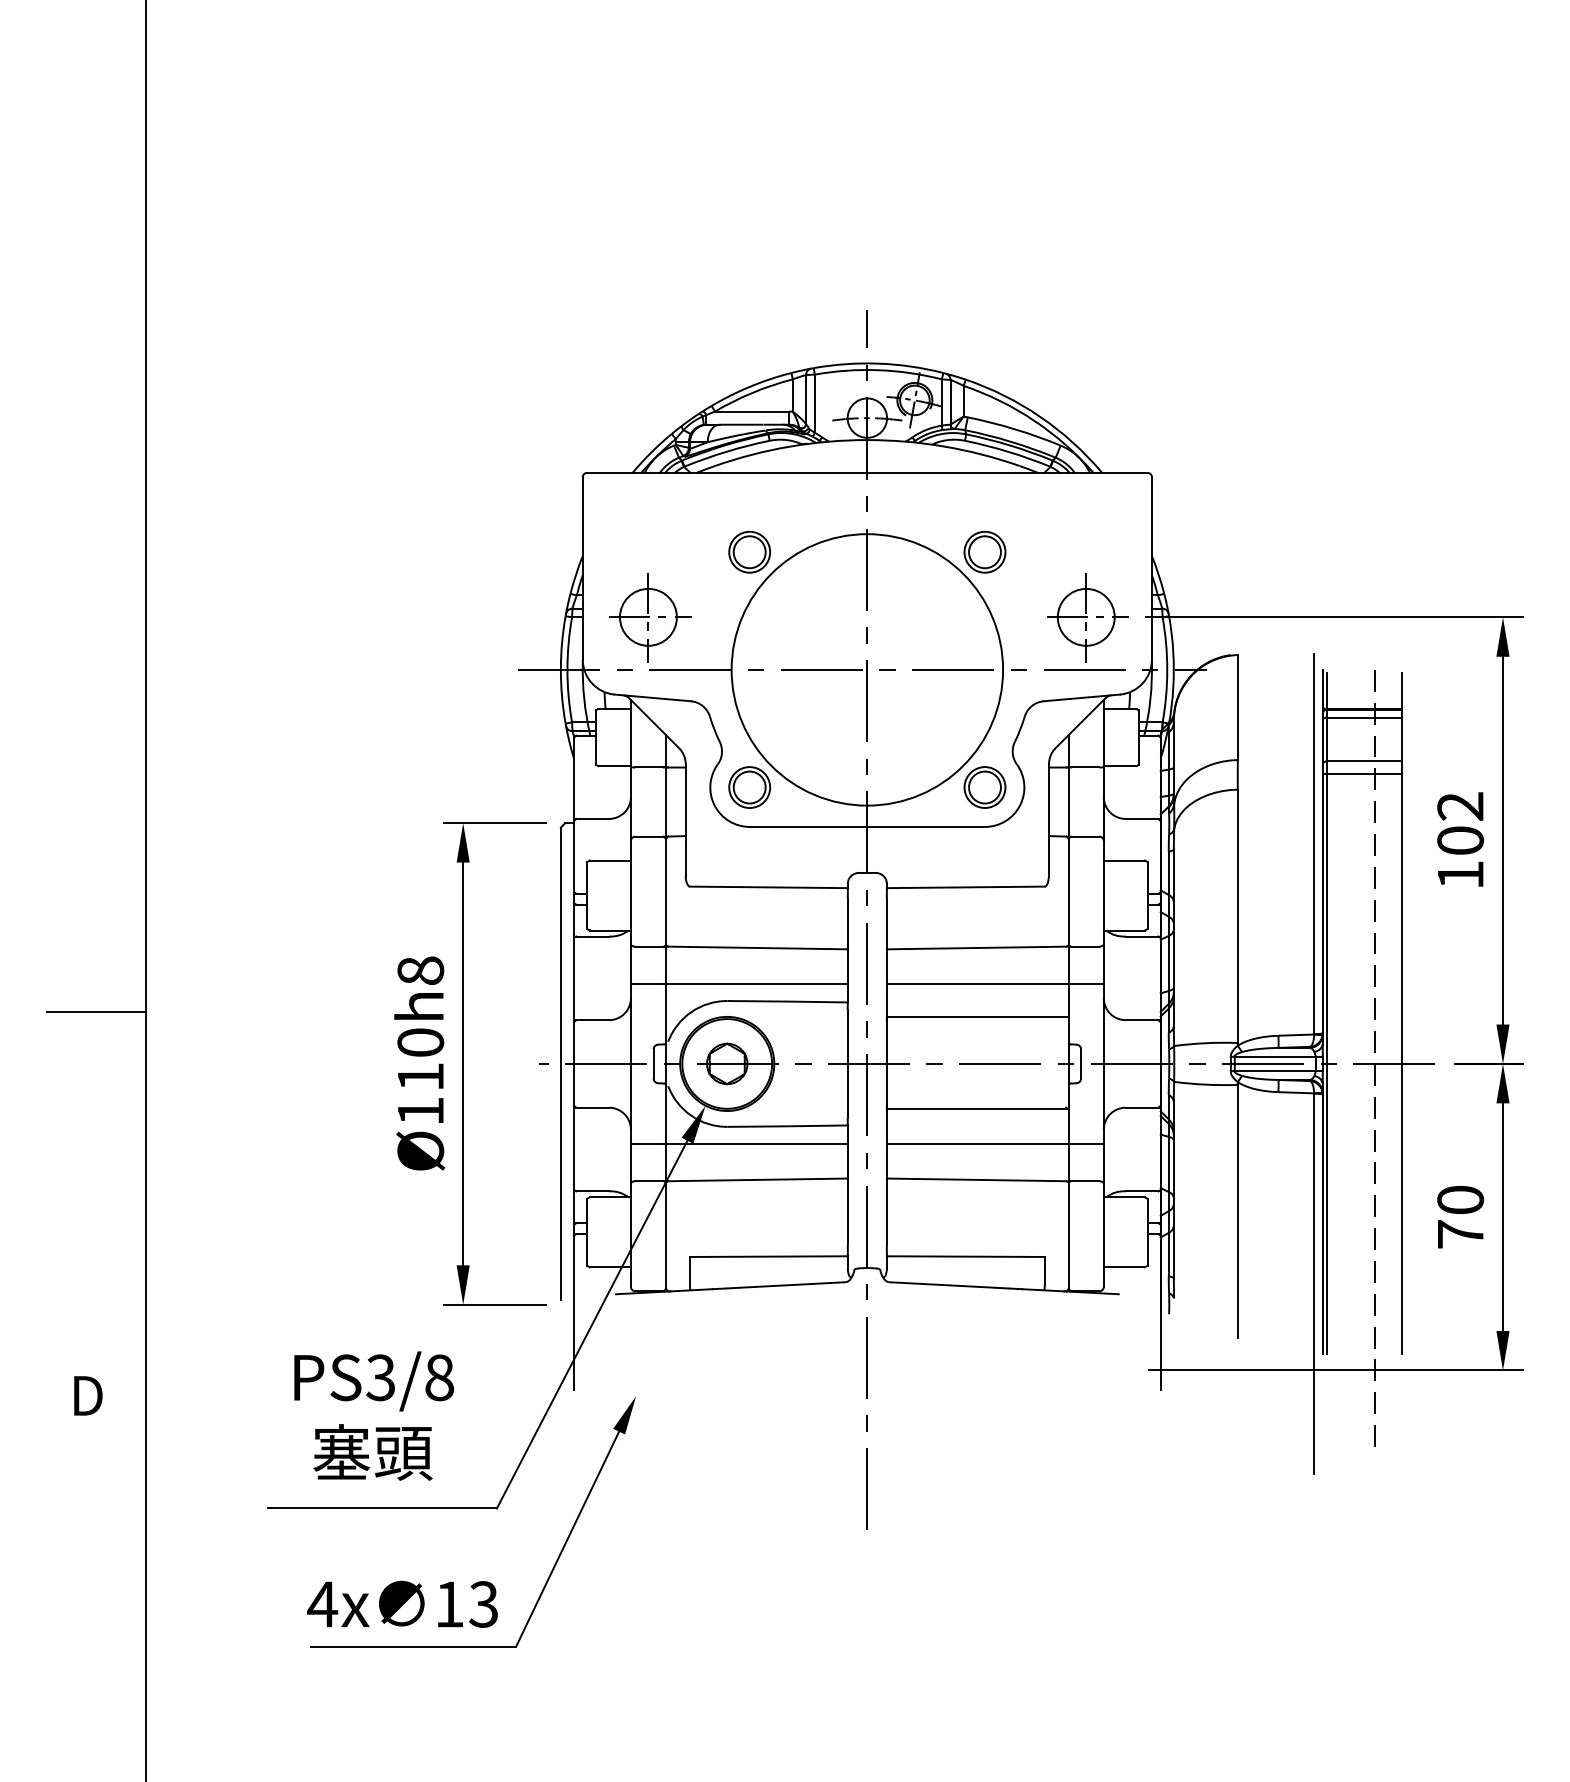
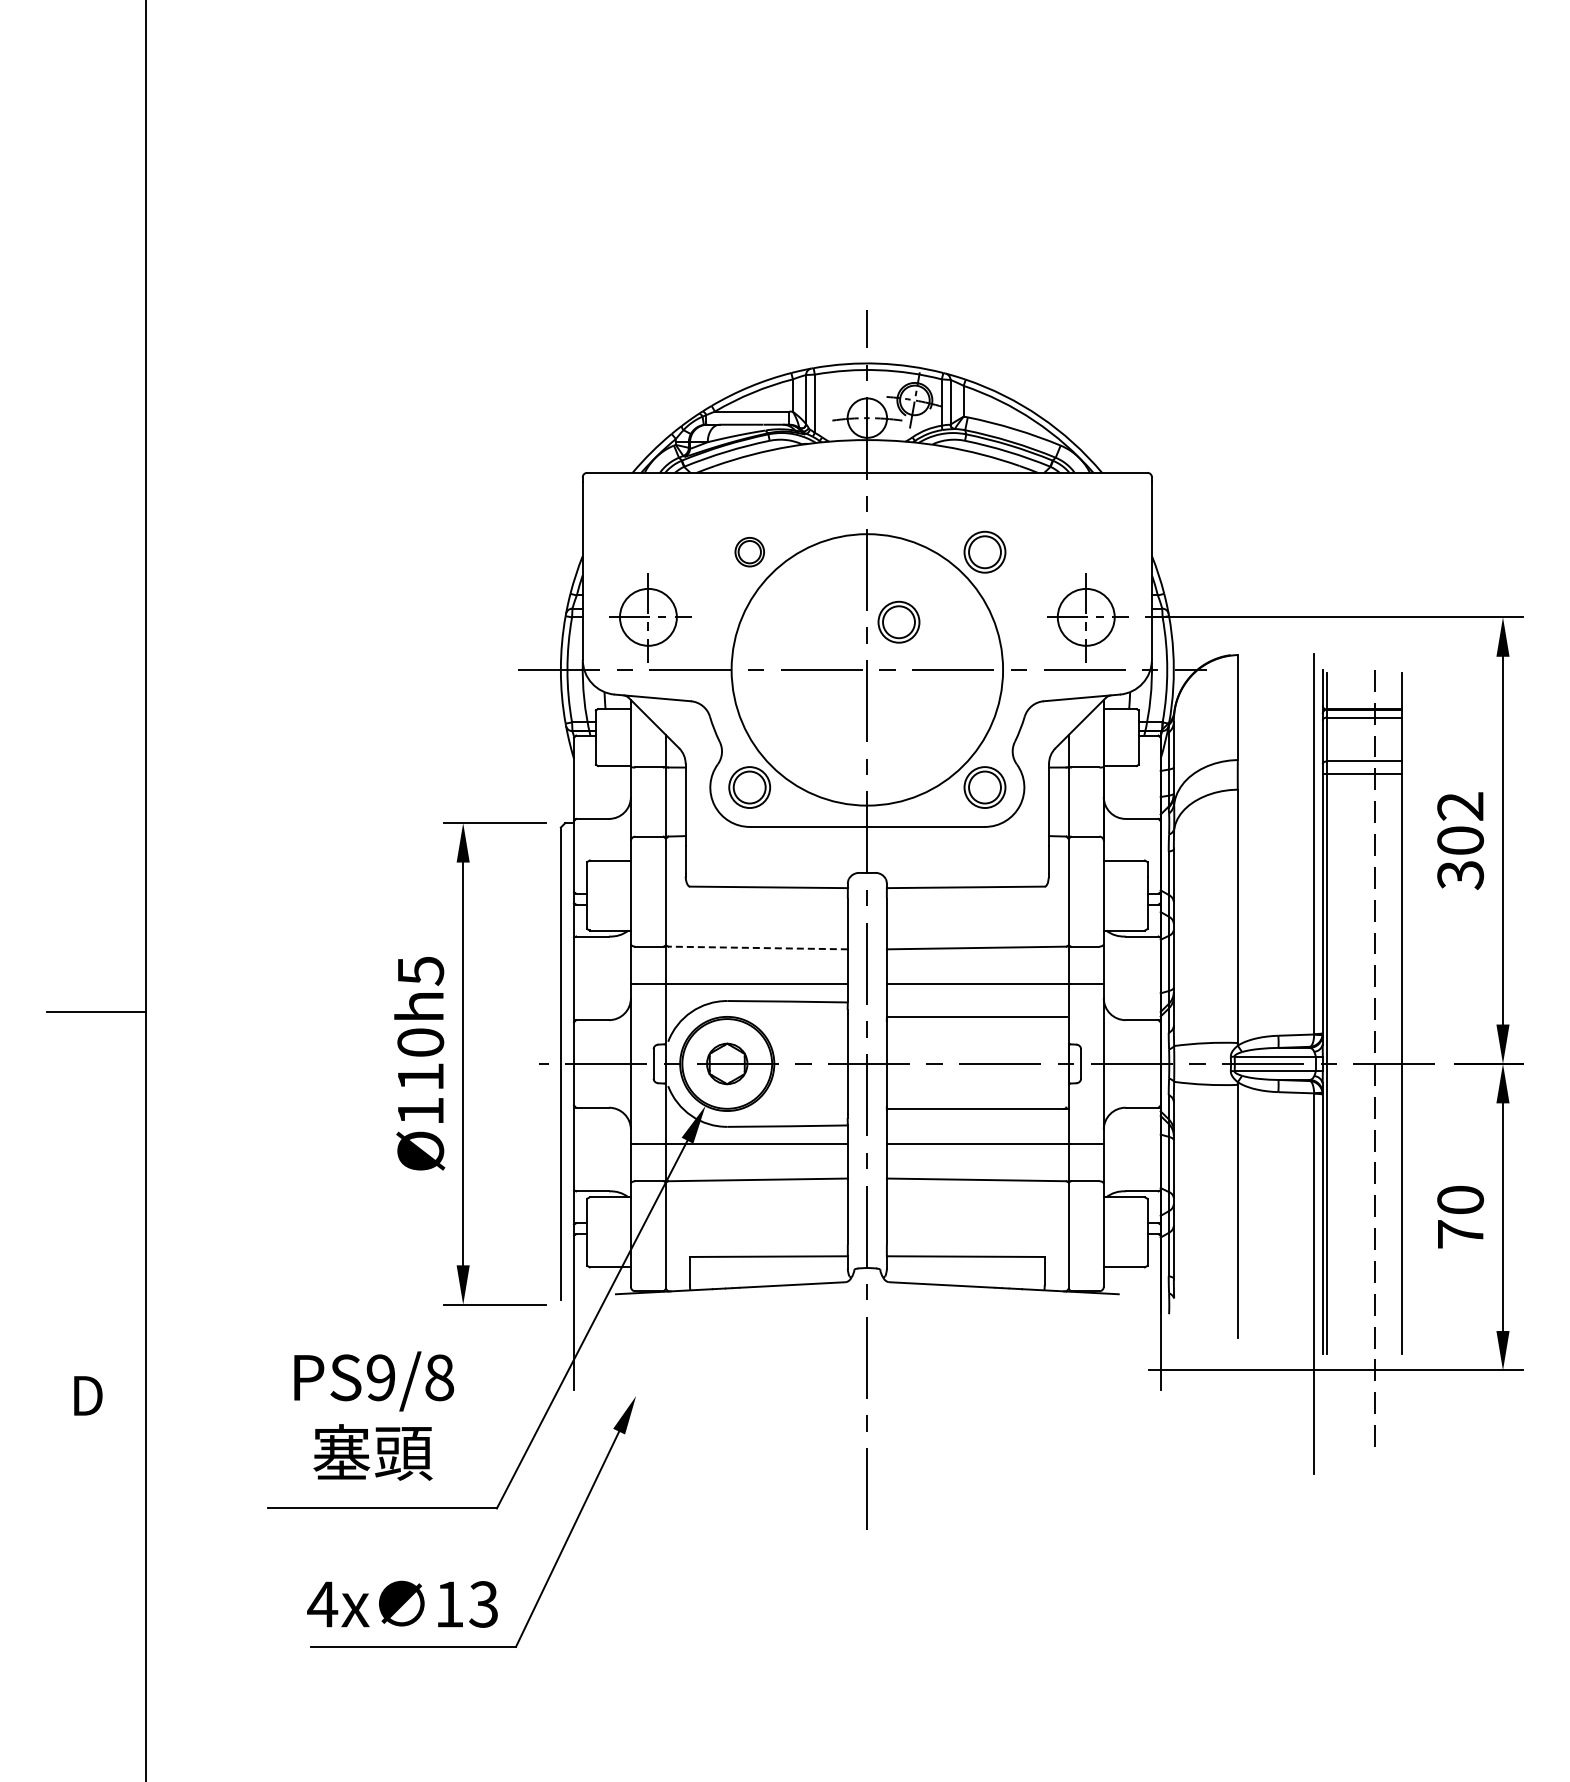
part at (749, 551) size: 44x44 px -> 31x31 px
part at (898, 621): none -> present
text at (1460, 875): 102 -> 302
line at (758, 948): solid -> dashed
text at (420, 970): Ø110h8 -> Ø110h5
text at (380, 1377): PS3/8 -> PS9/8
